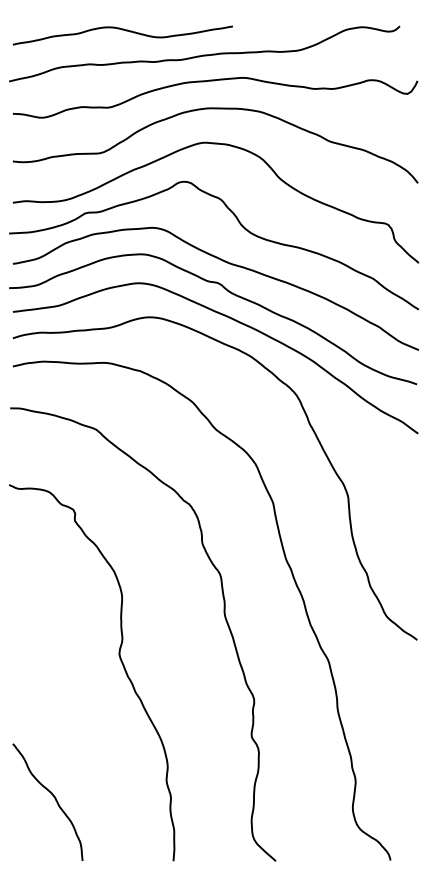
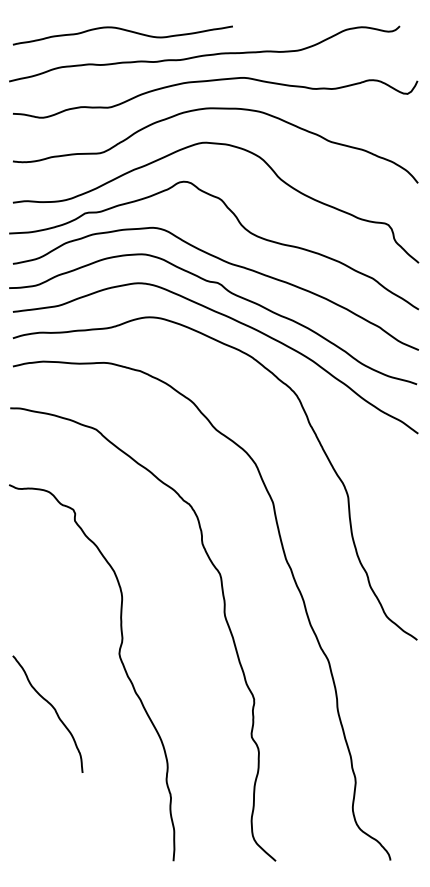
curve at (53, 797) position: (53, 797) -> (53, 709)
